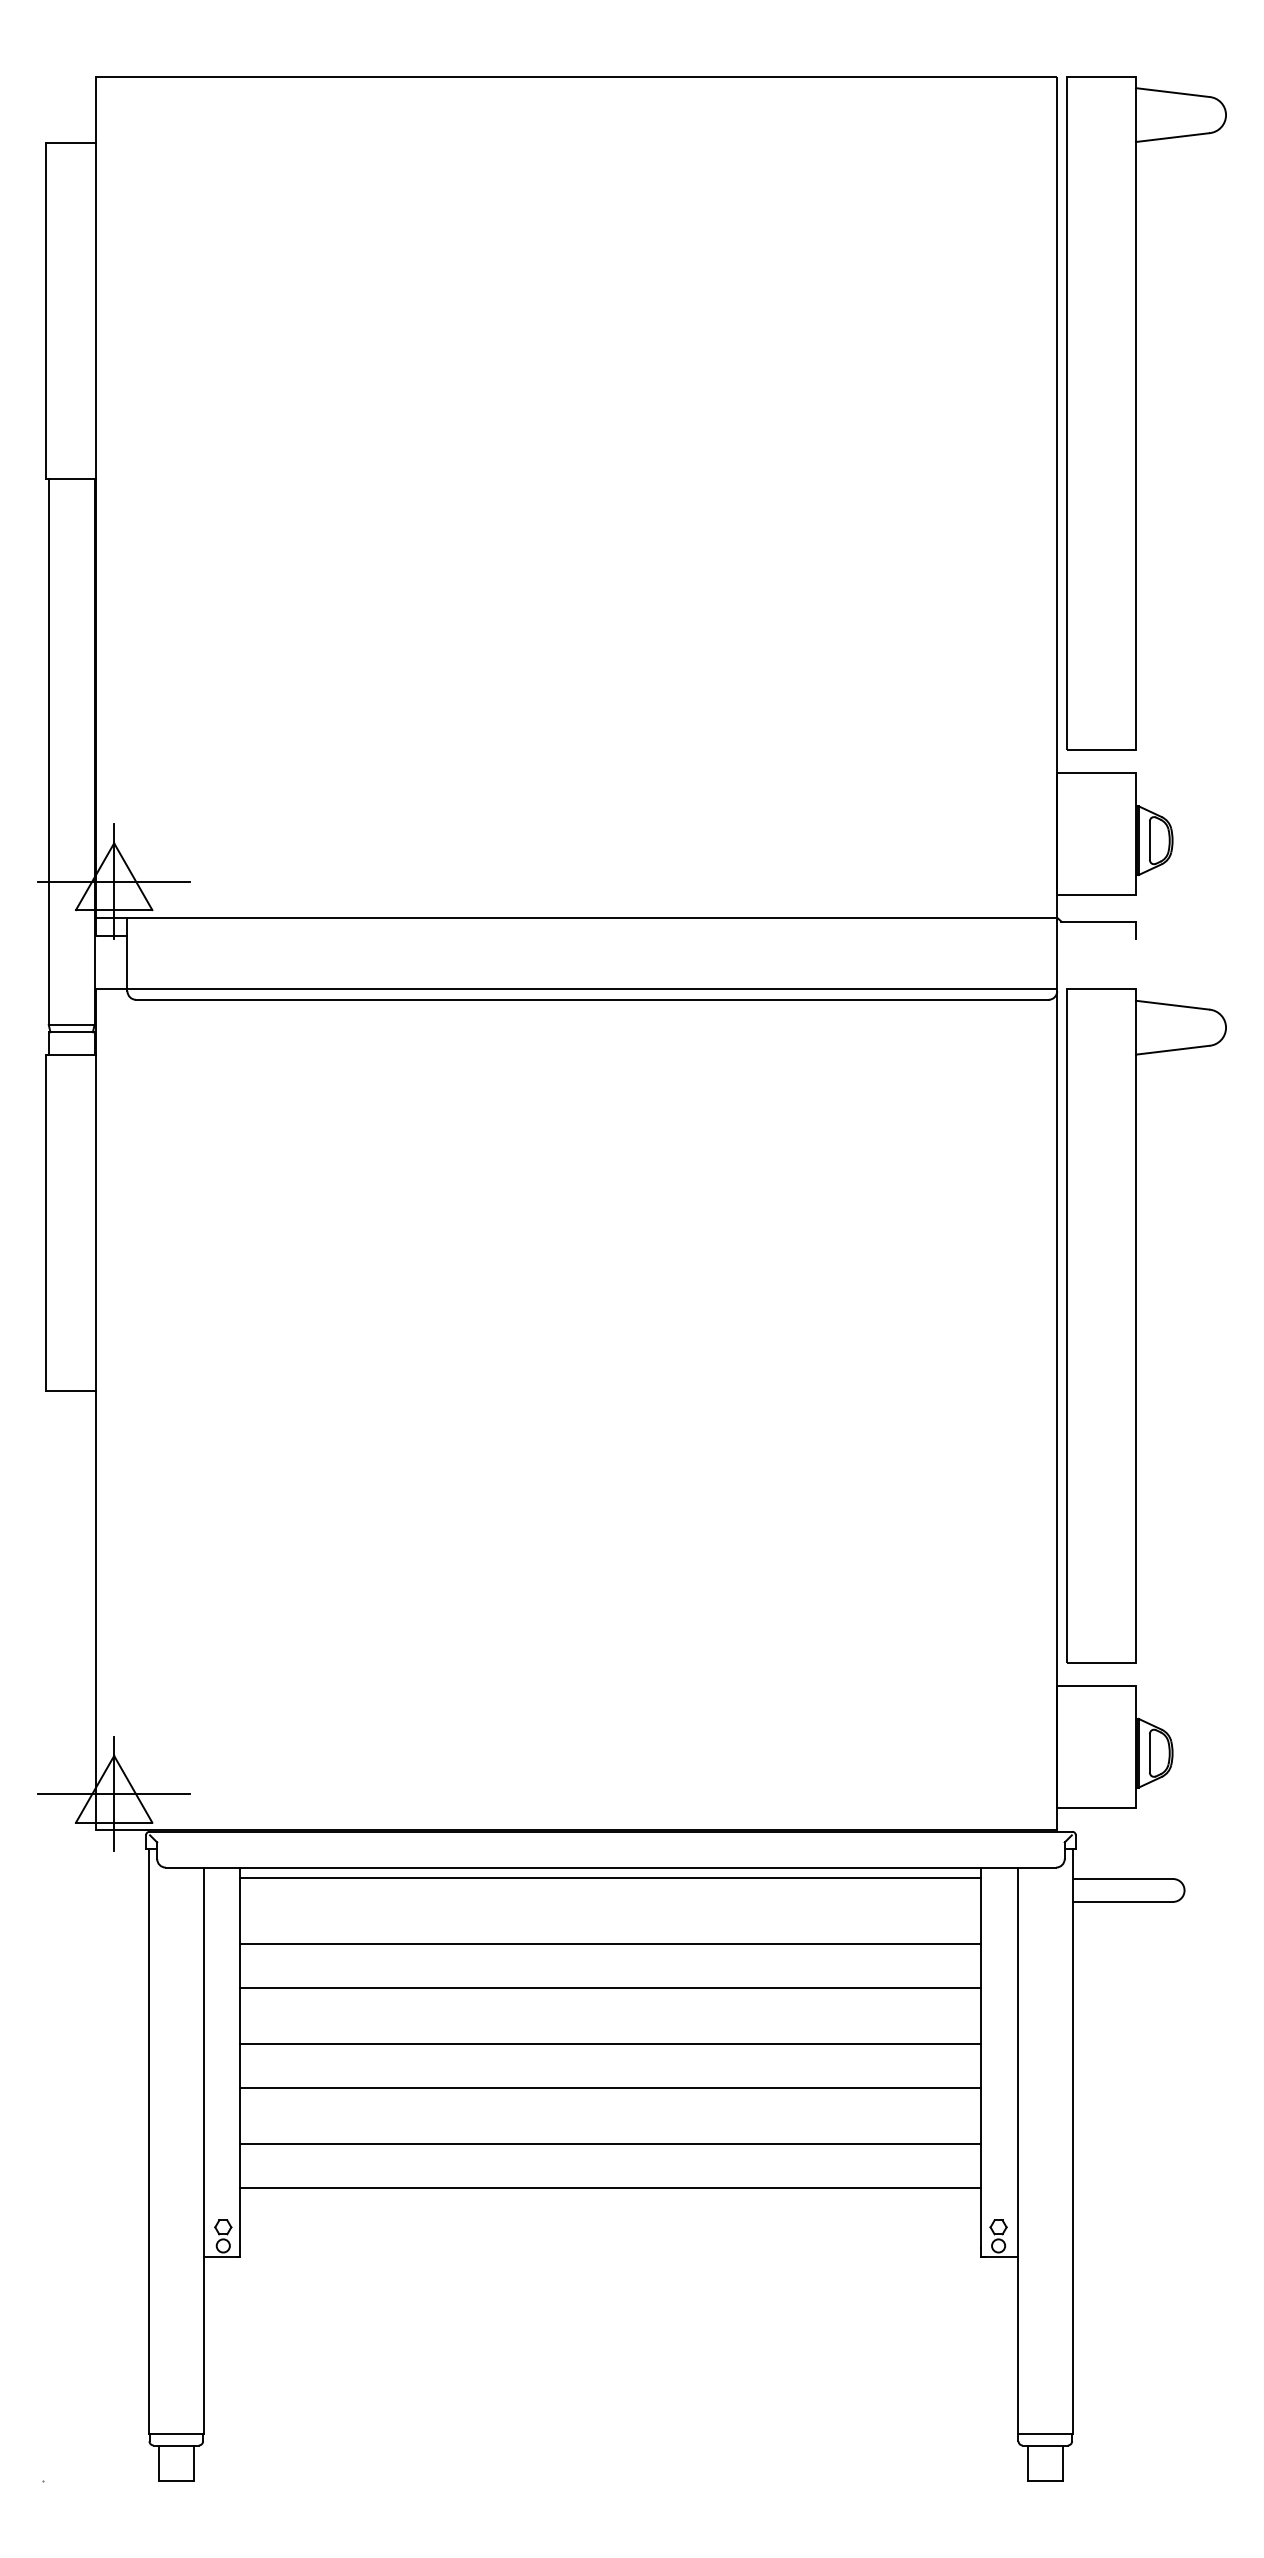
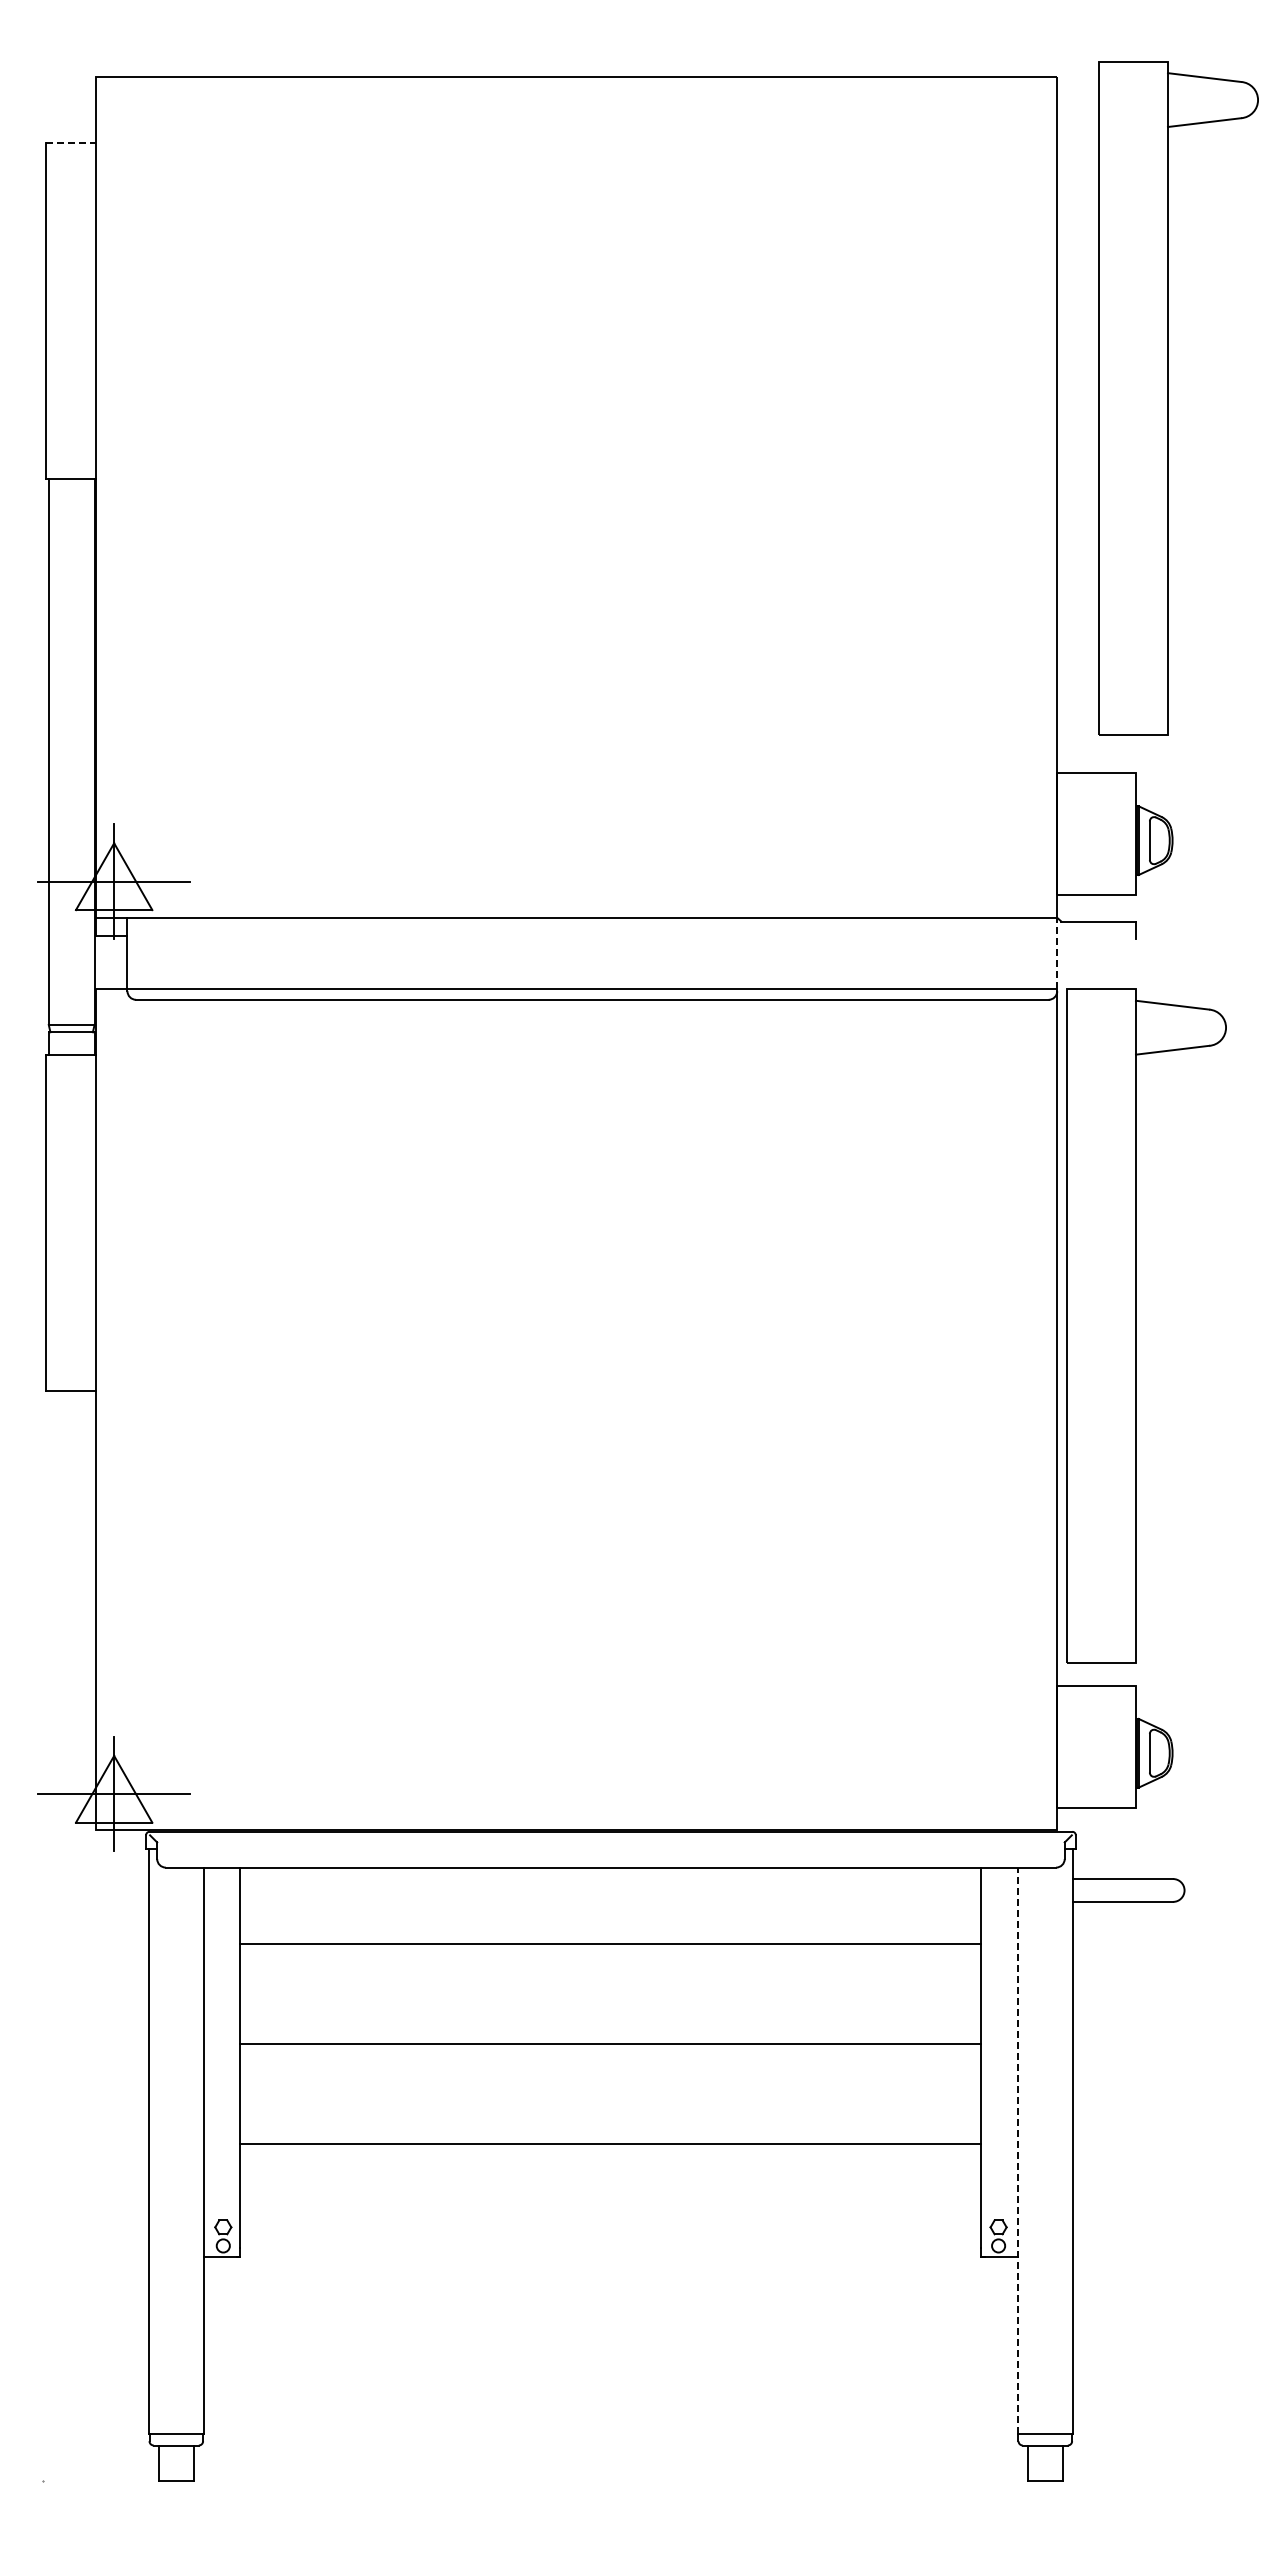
line at (71, 142): solid -> dashed
part at (1136, 413) position: (1136, 413) -> (1168, 398)
line at (1057, 953): solid -> dashed
line at (610, 1877): present -> none
line at (610, 1987): present -> none
line at (610, 2087): present -> none
line at (1018, 2150): solid -> dashed
line at (610, 2188): present -> none
